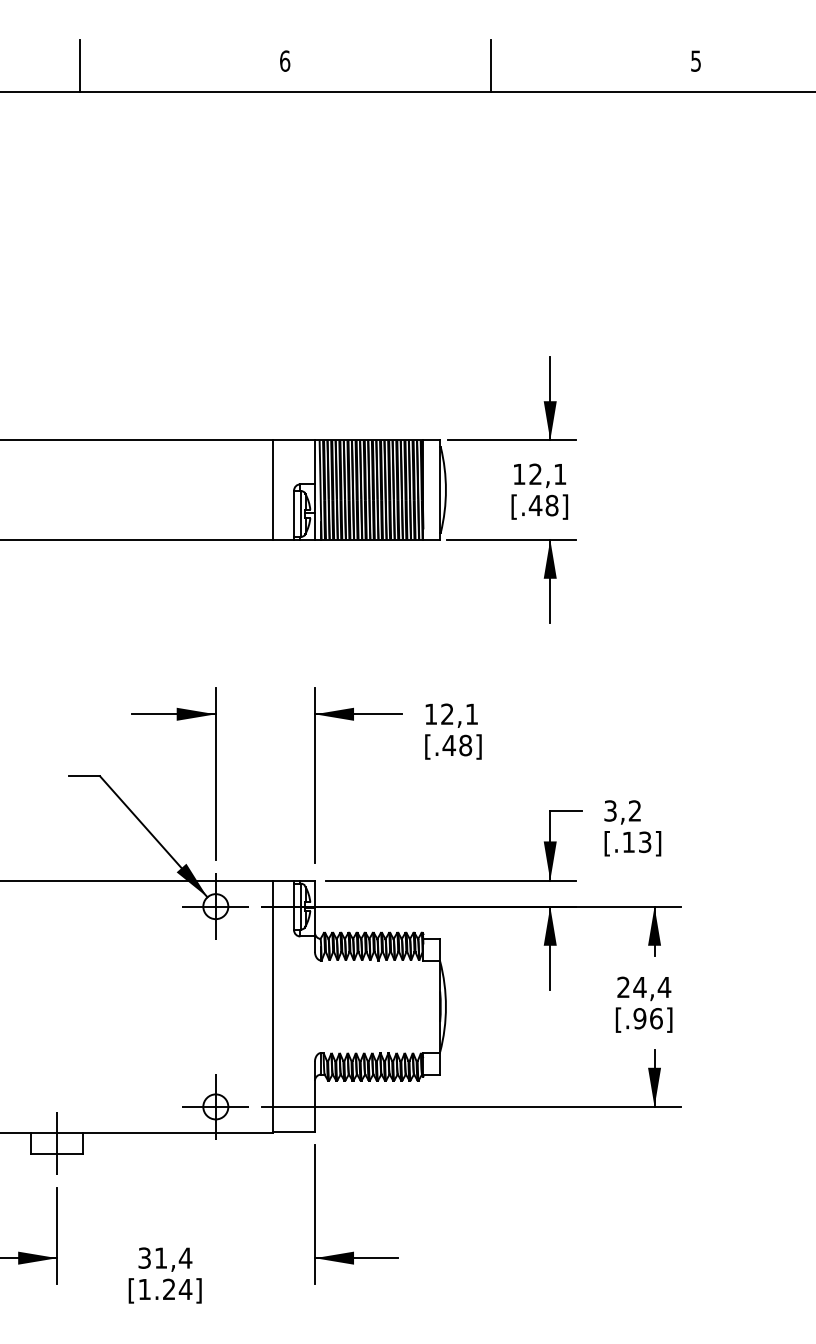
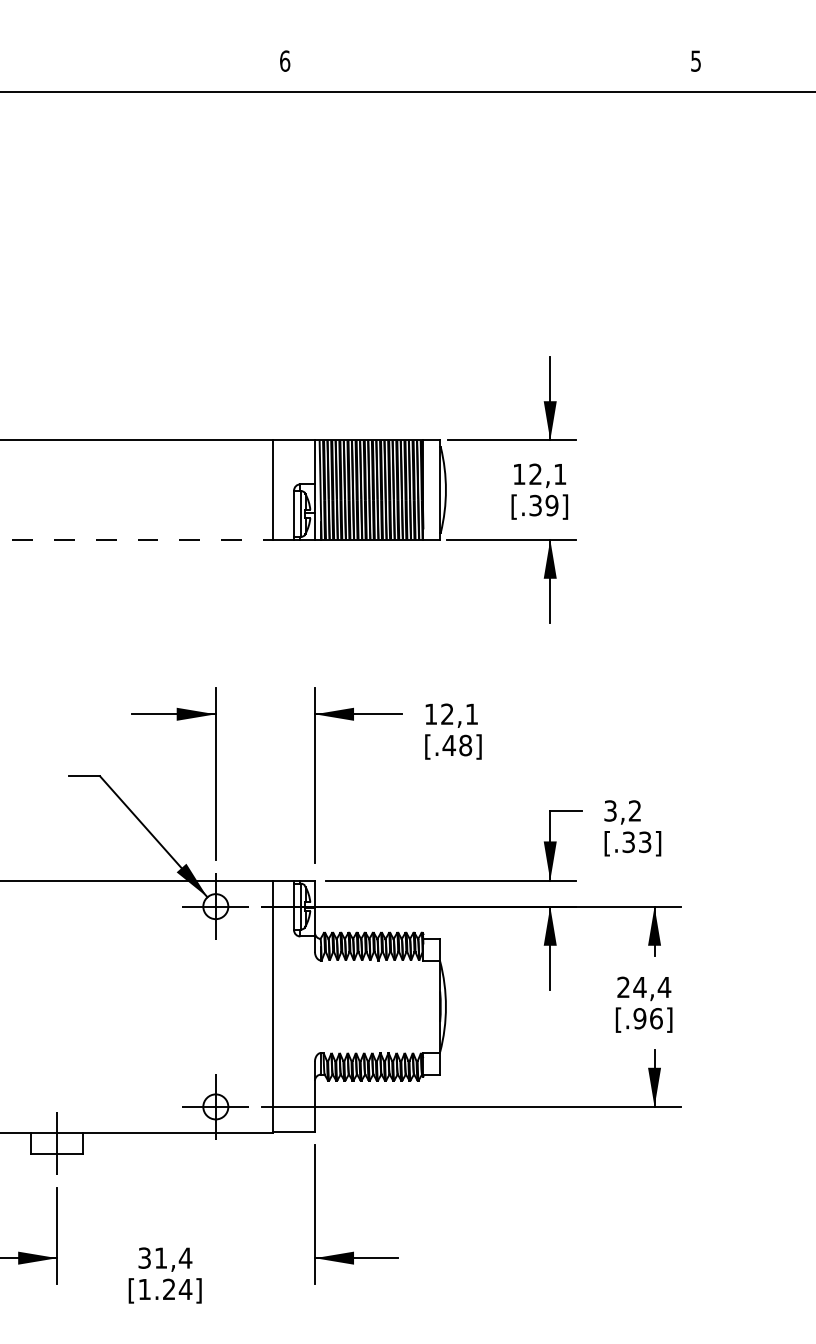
line at (79, 66): present -> none
line at (490, 66): present -> none
text at (543, 505): [.48] -> [.39]
line at (137, 540): solid -> dashed
text at (628, 842): [.13] -> [.33]
